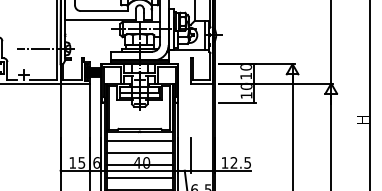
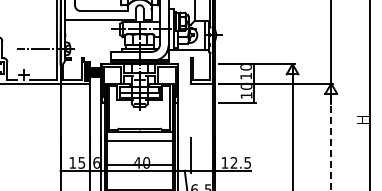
line at (331, 143): solid -> dashed
line at (139, 153): present -> none
line at (139, 177): present -> none
